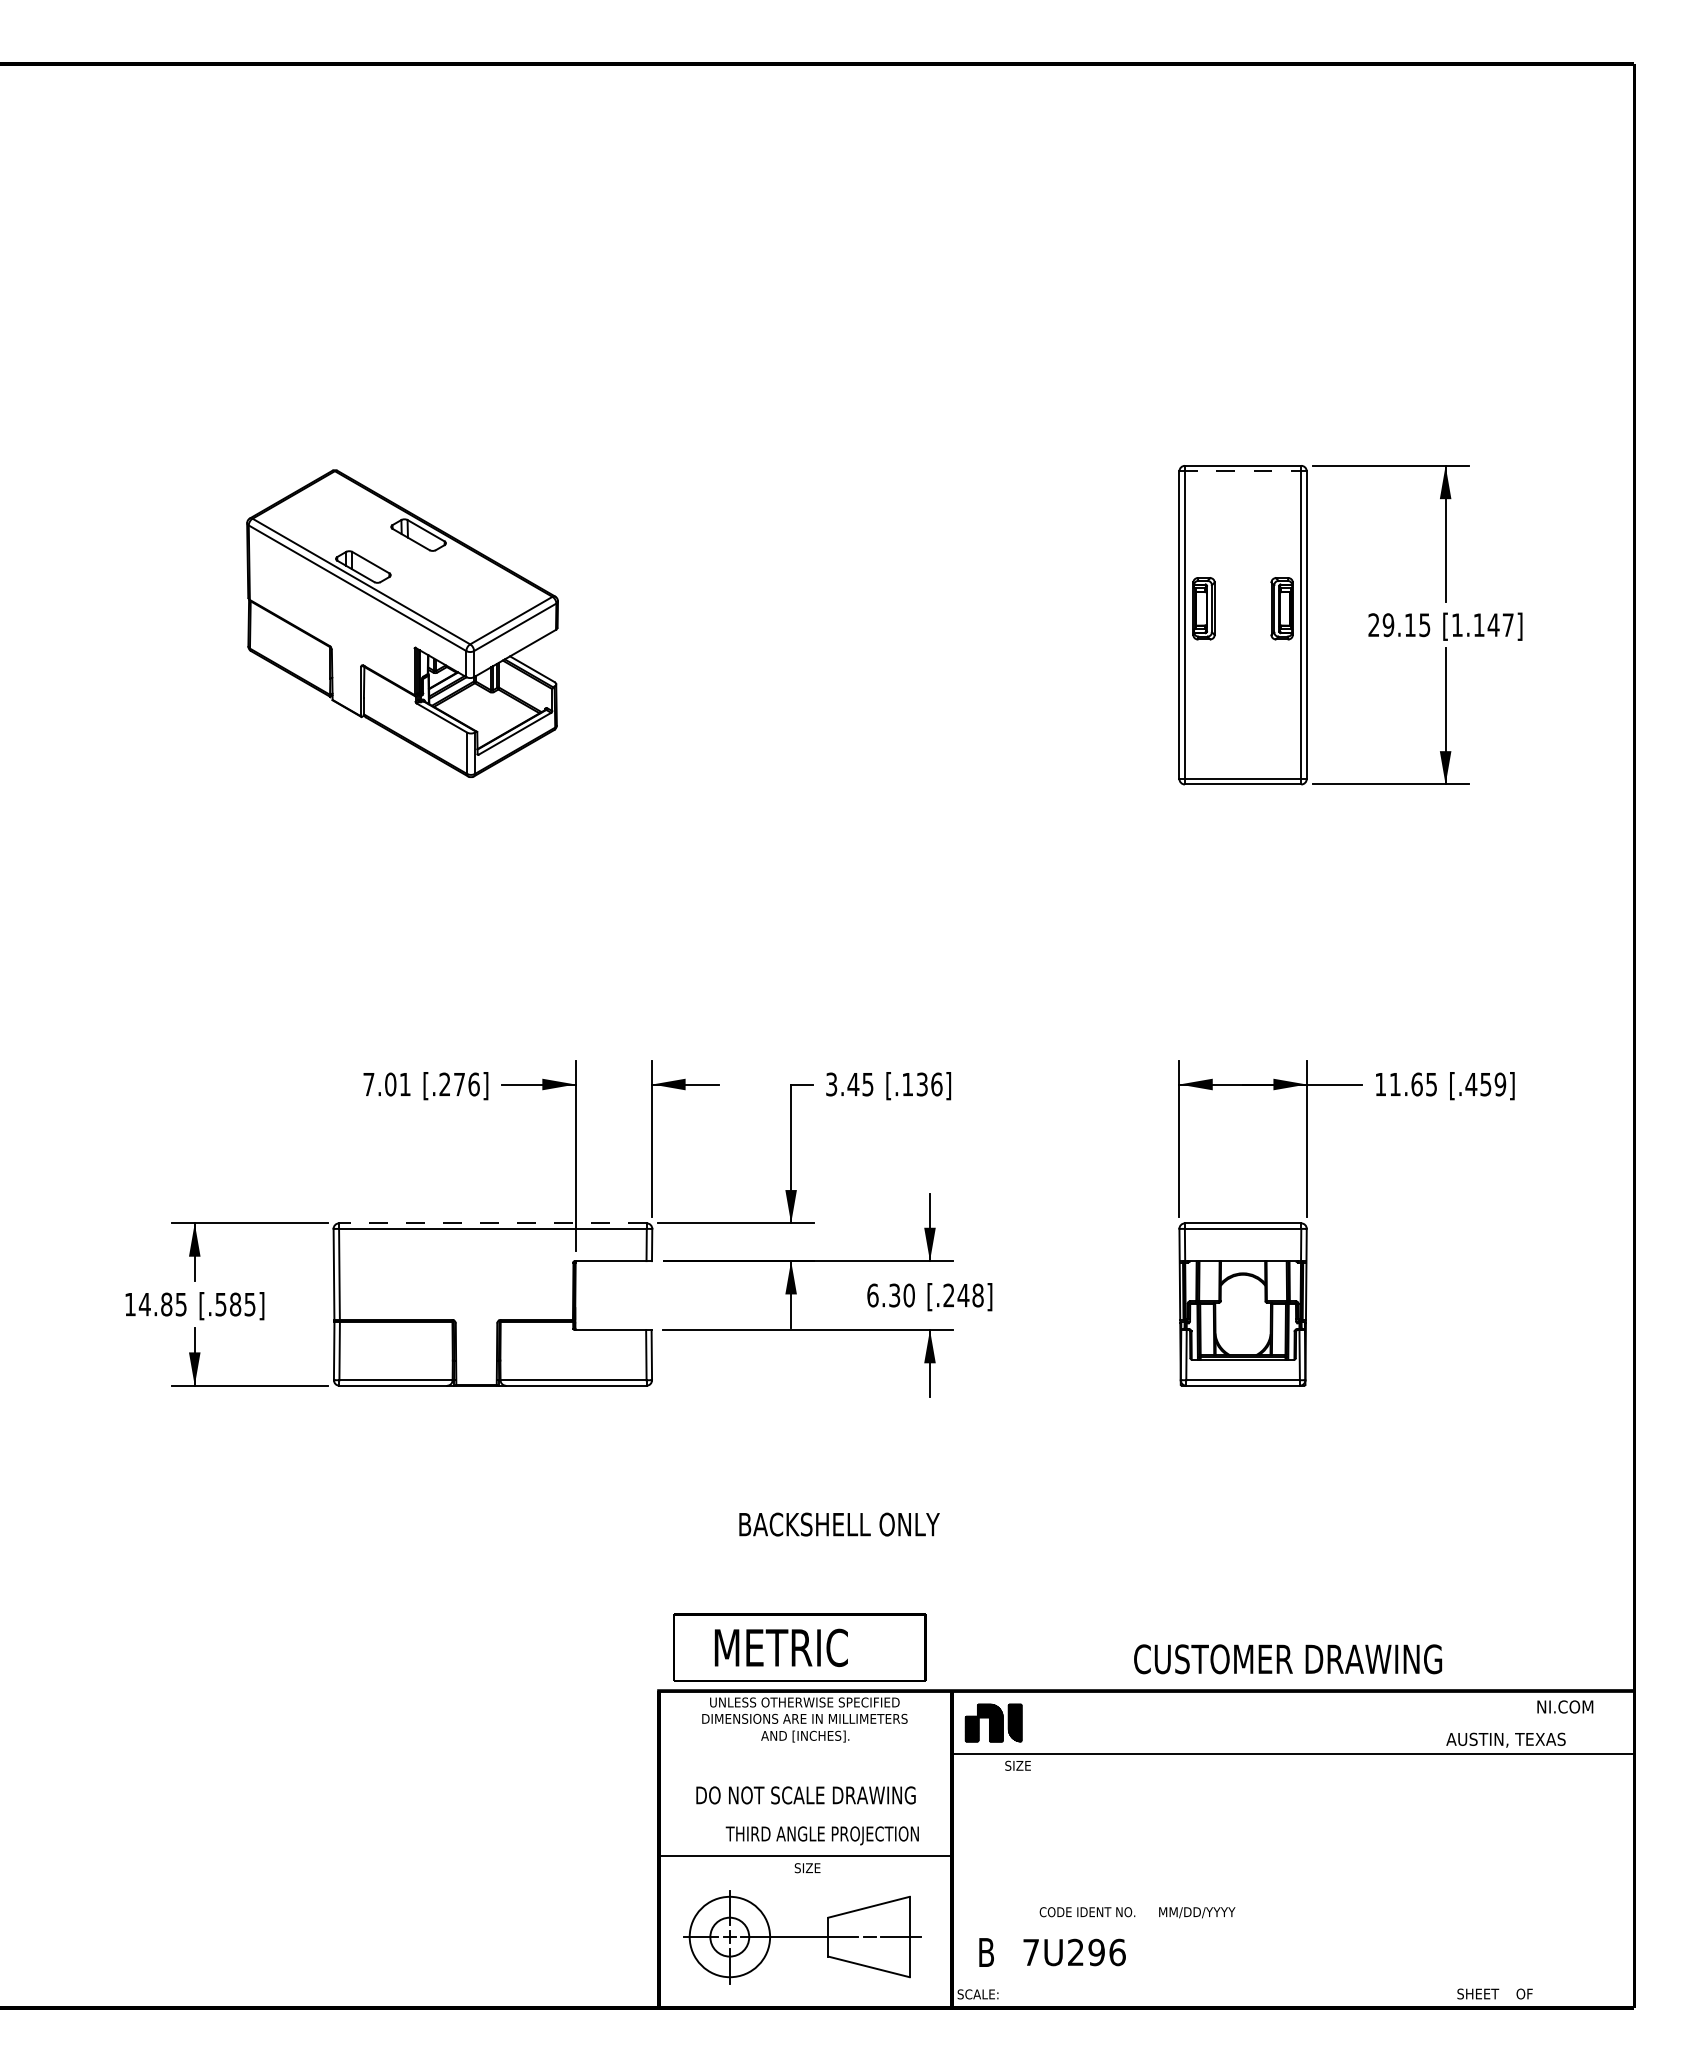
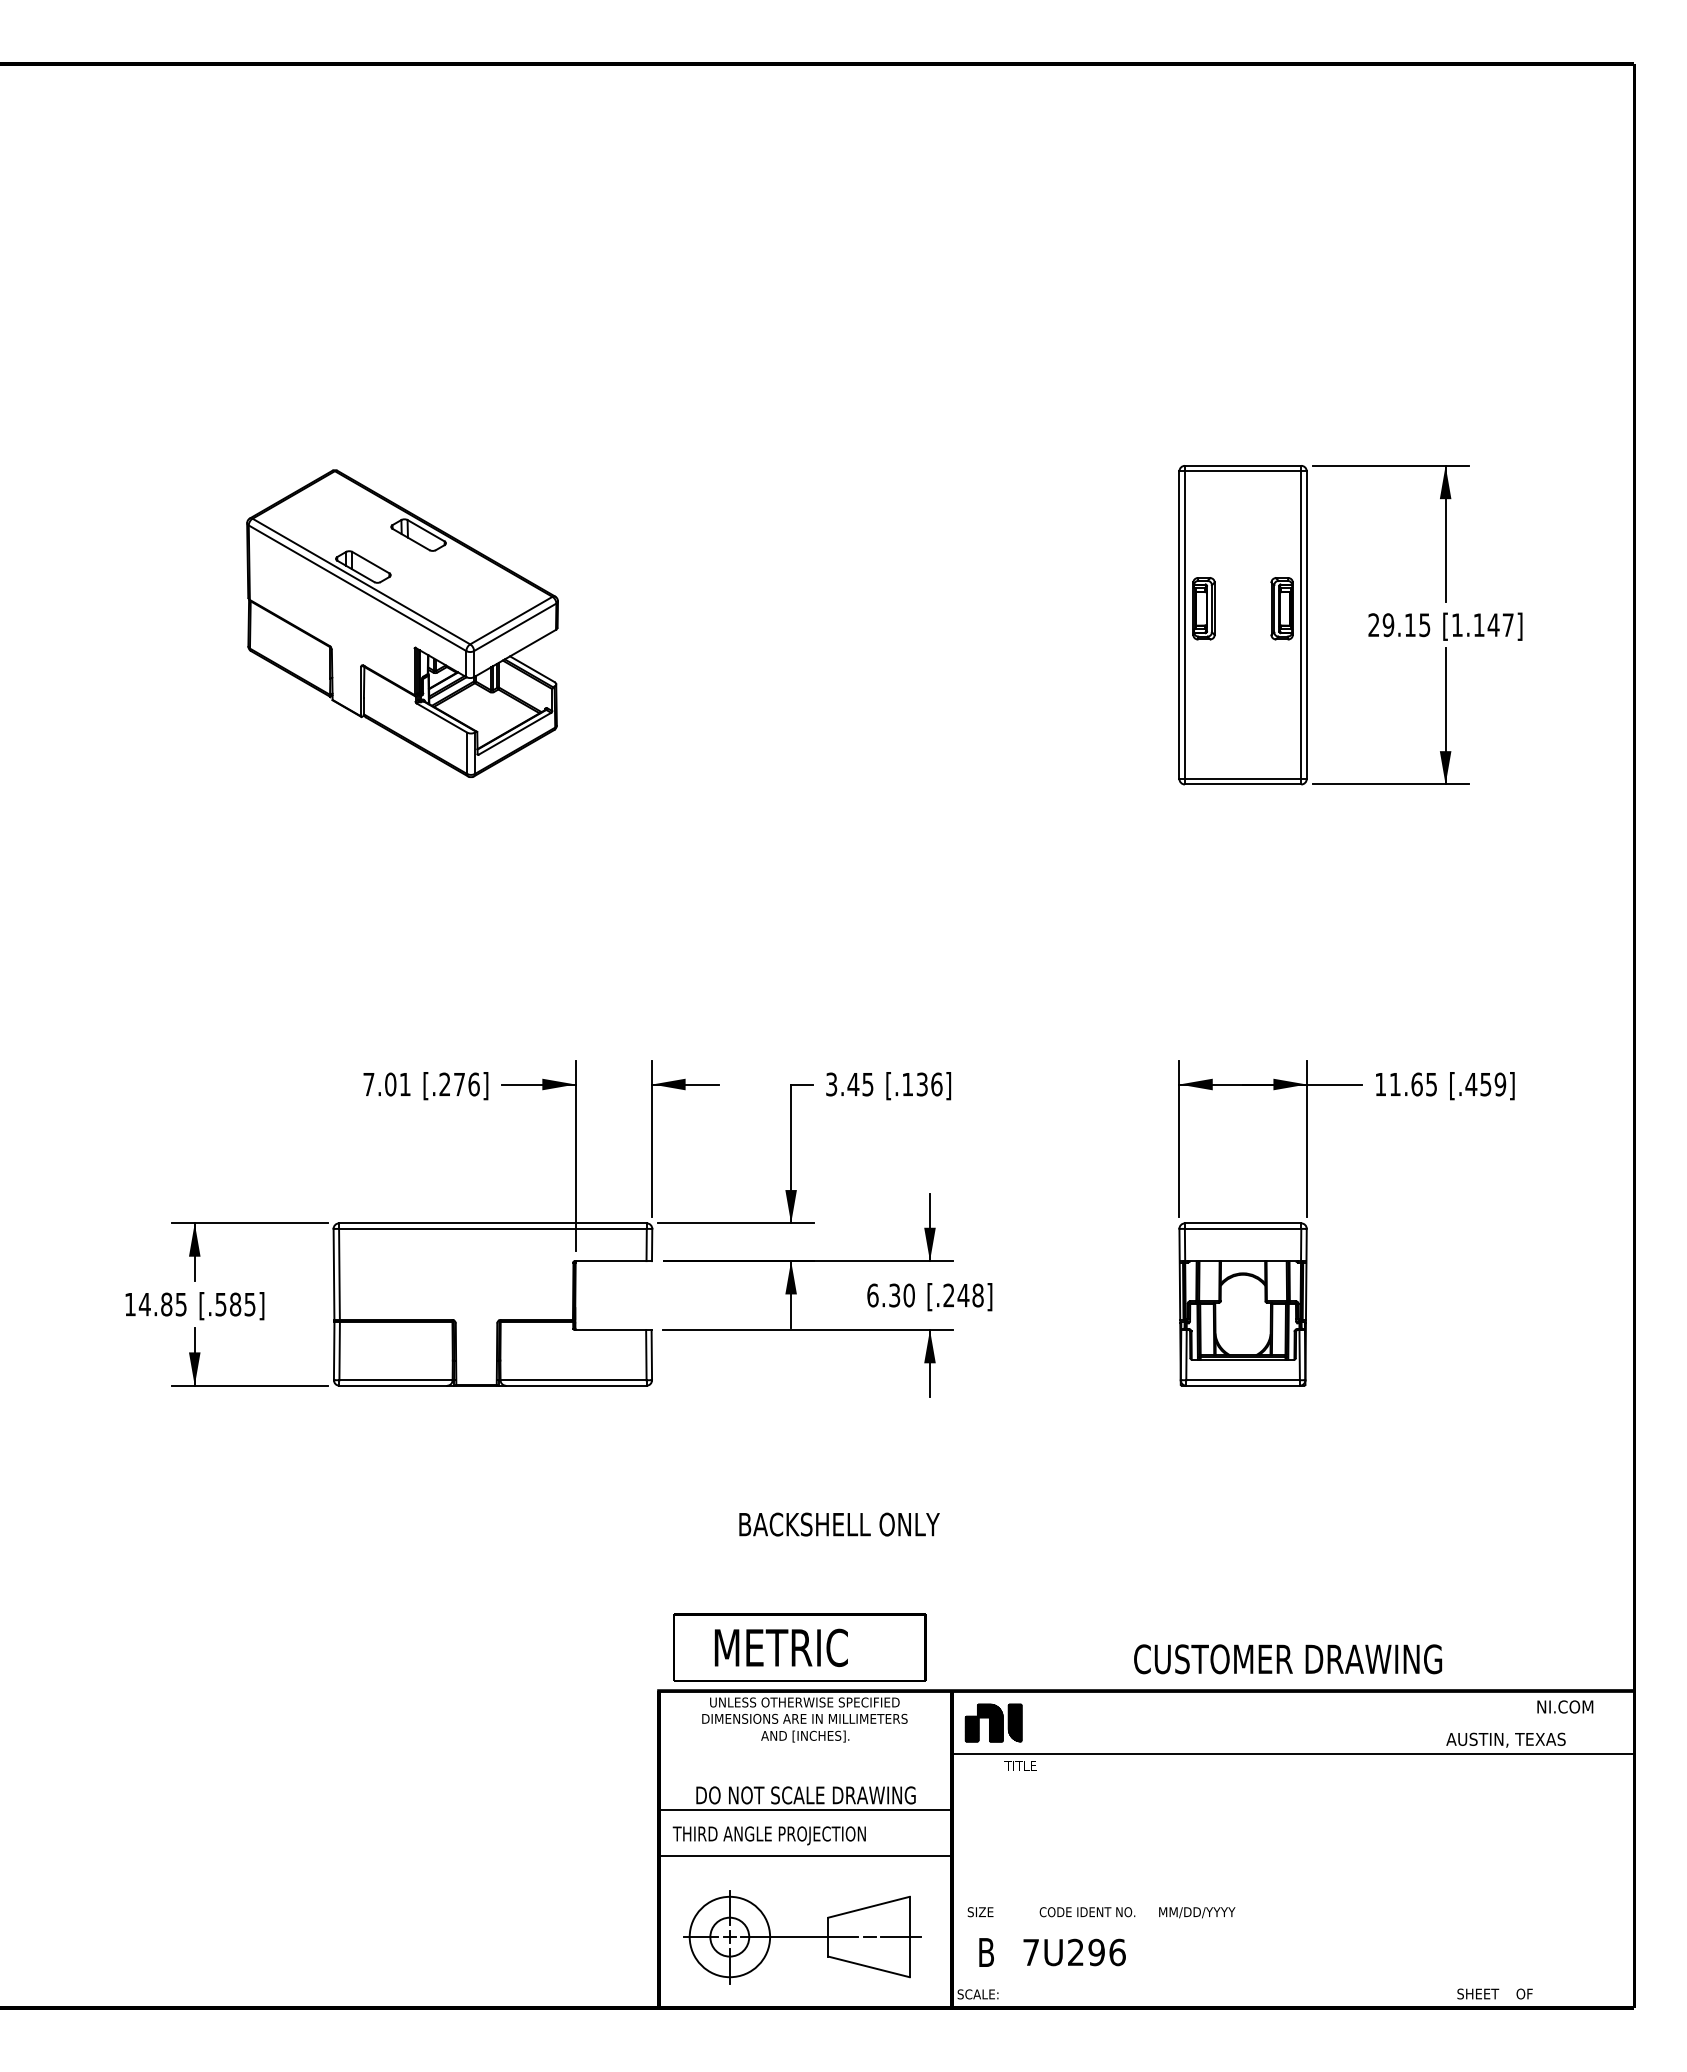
line at (1243, 471): dashed -> solid
line at (492, 1223): dashed -> solid
text at (1020, 1765): SIZE -> TITLE
line at (805, 1810): none -> present
text at (821, 1835) position: (821, 1835) -> (768, 1835)
text at (807, 1868) position: (807, 1868) -> (980, 1912)
